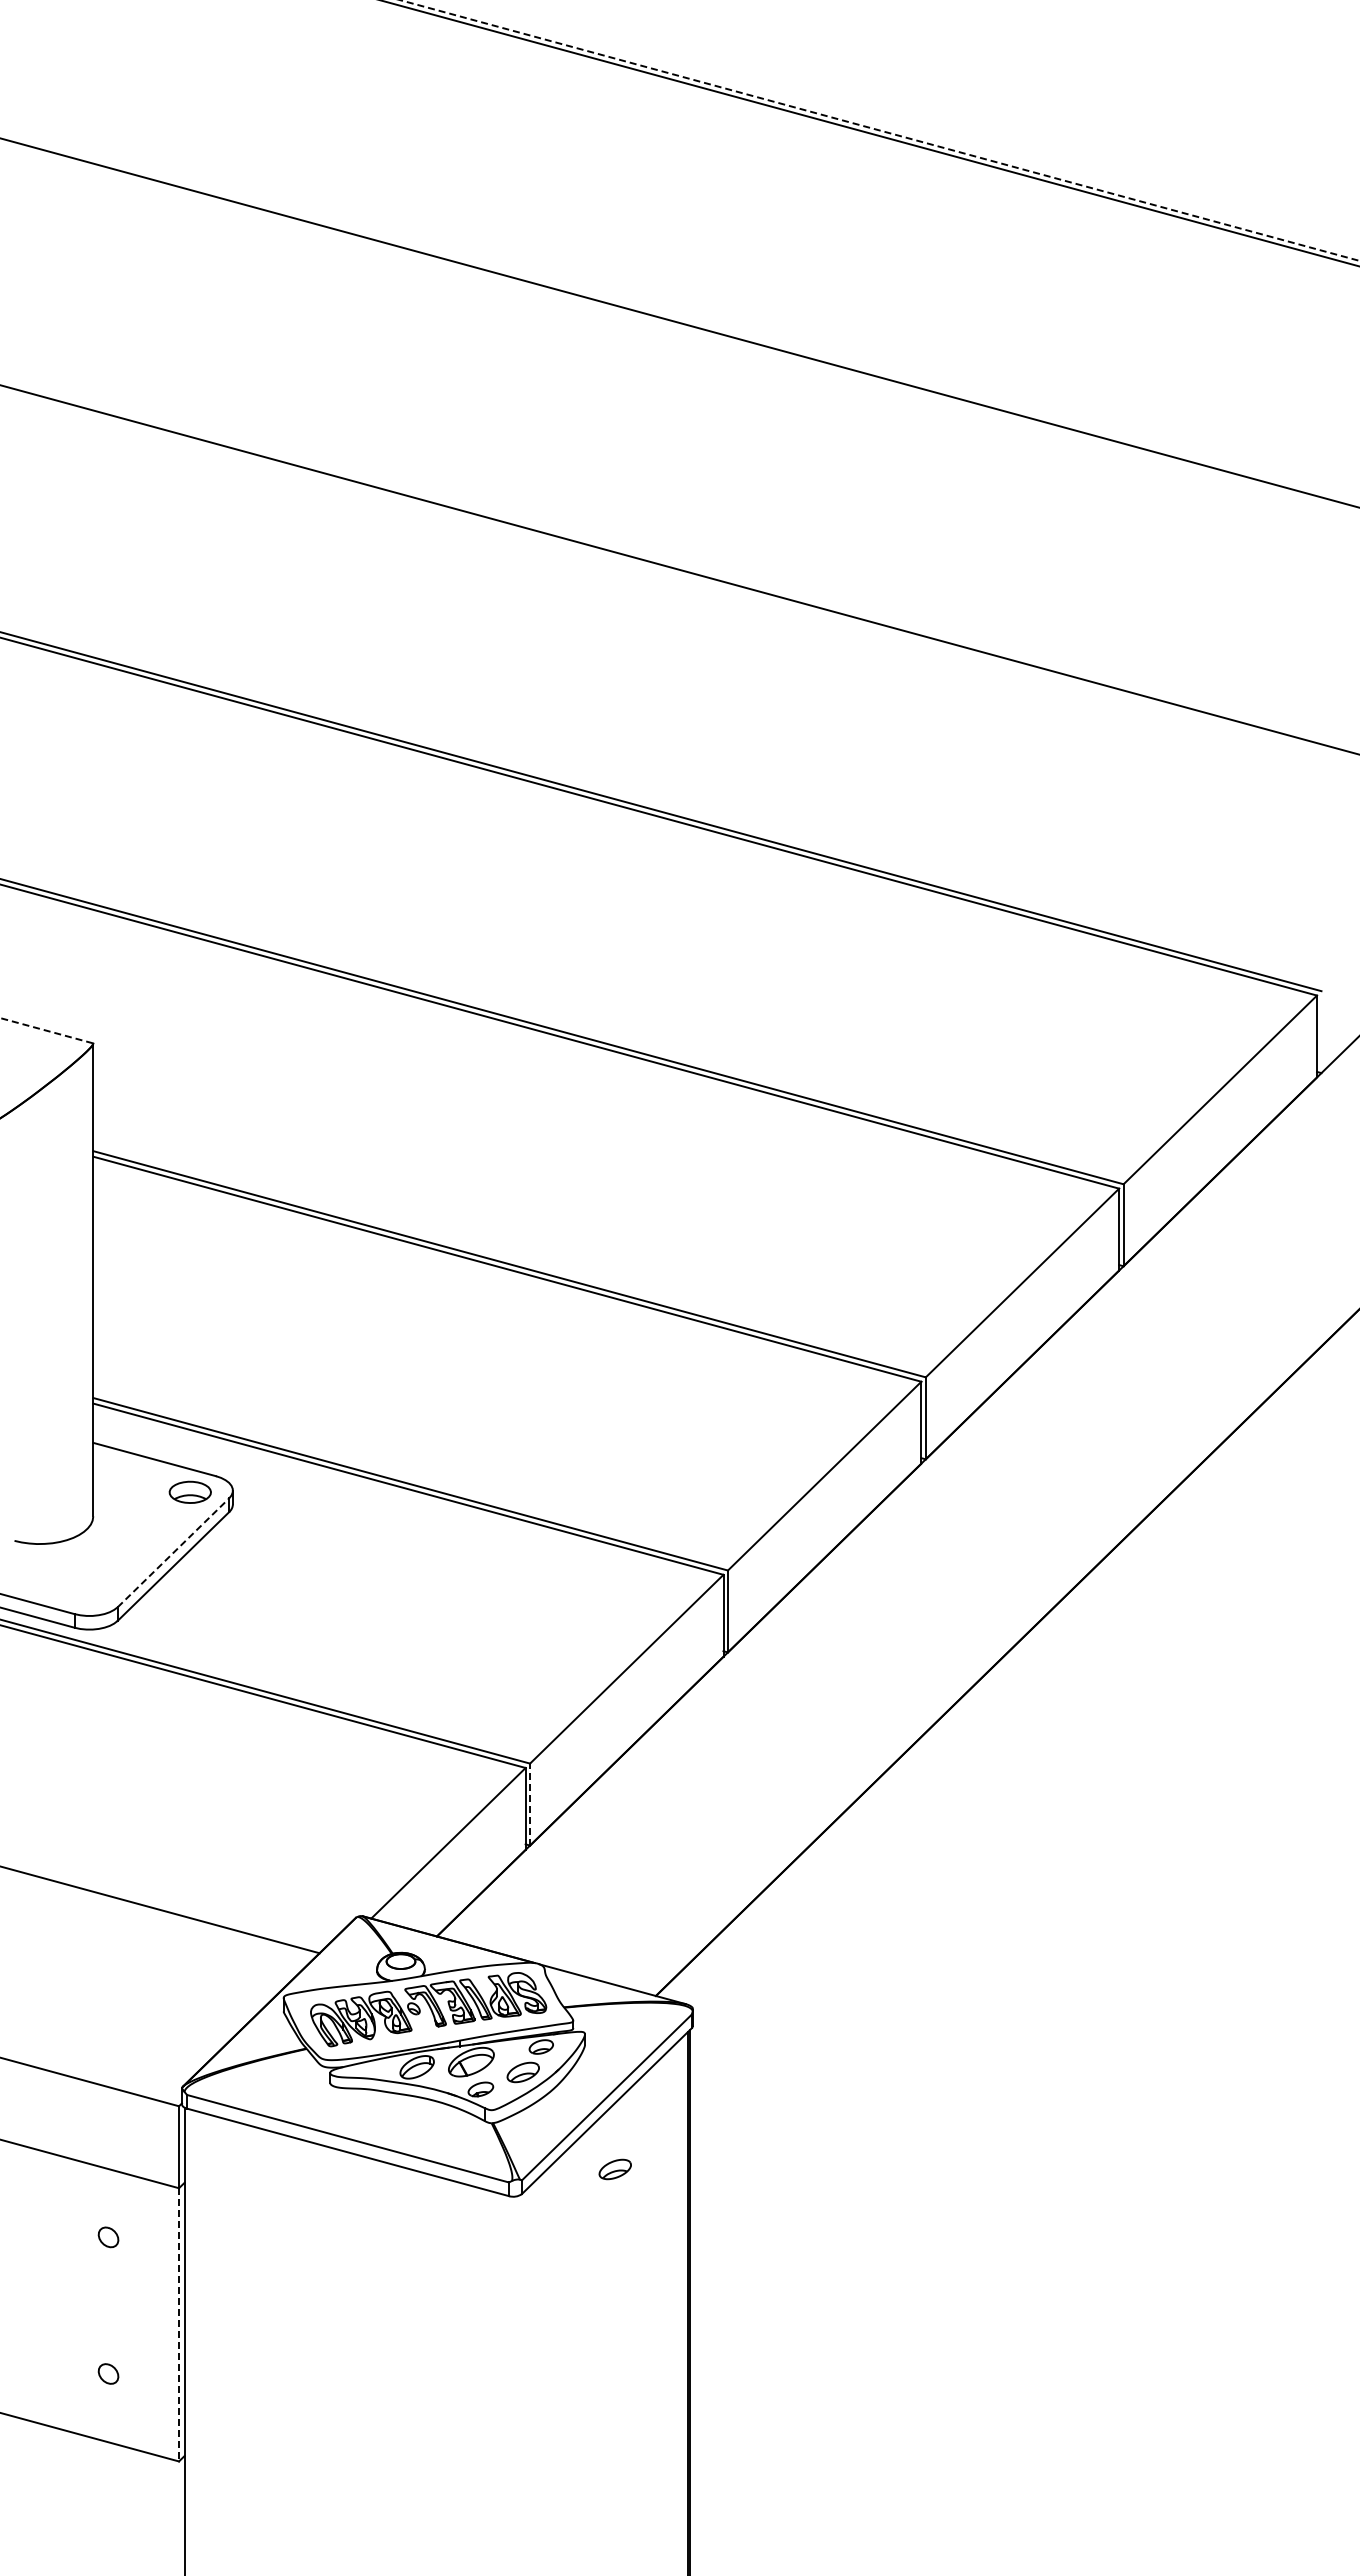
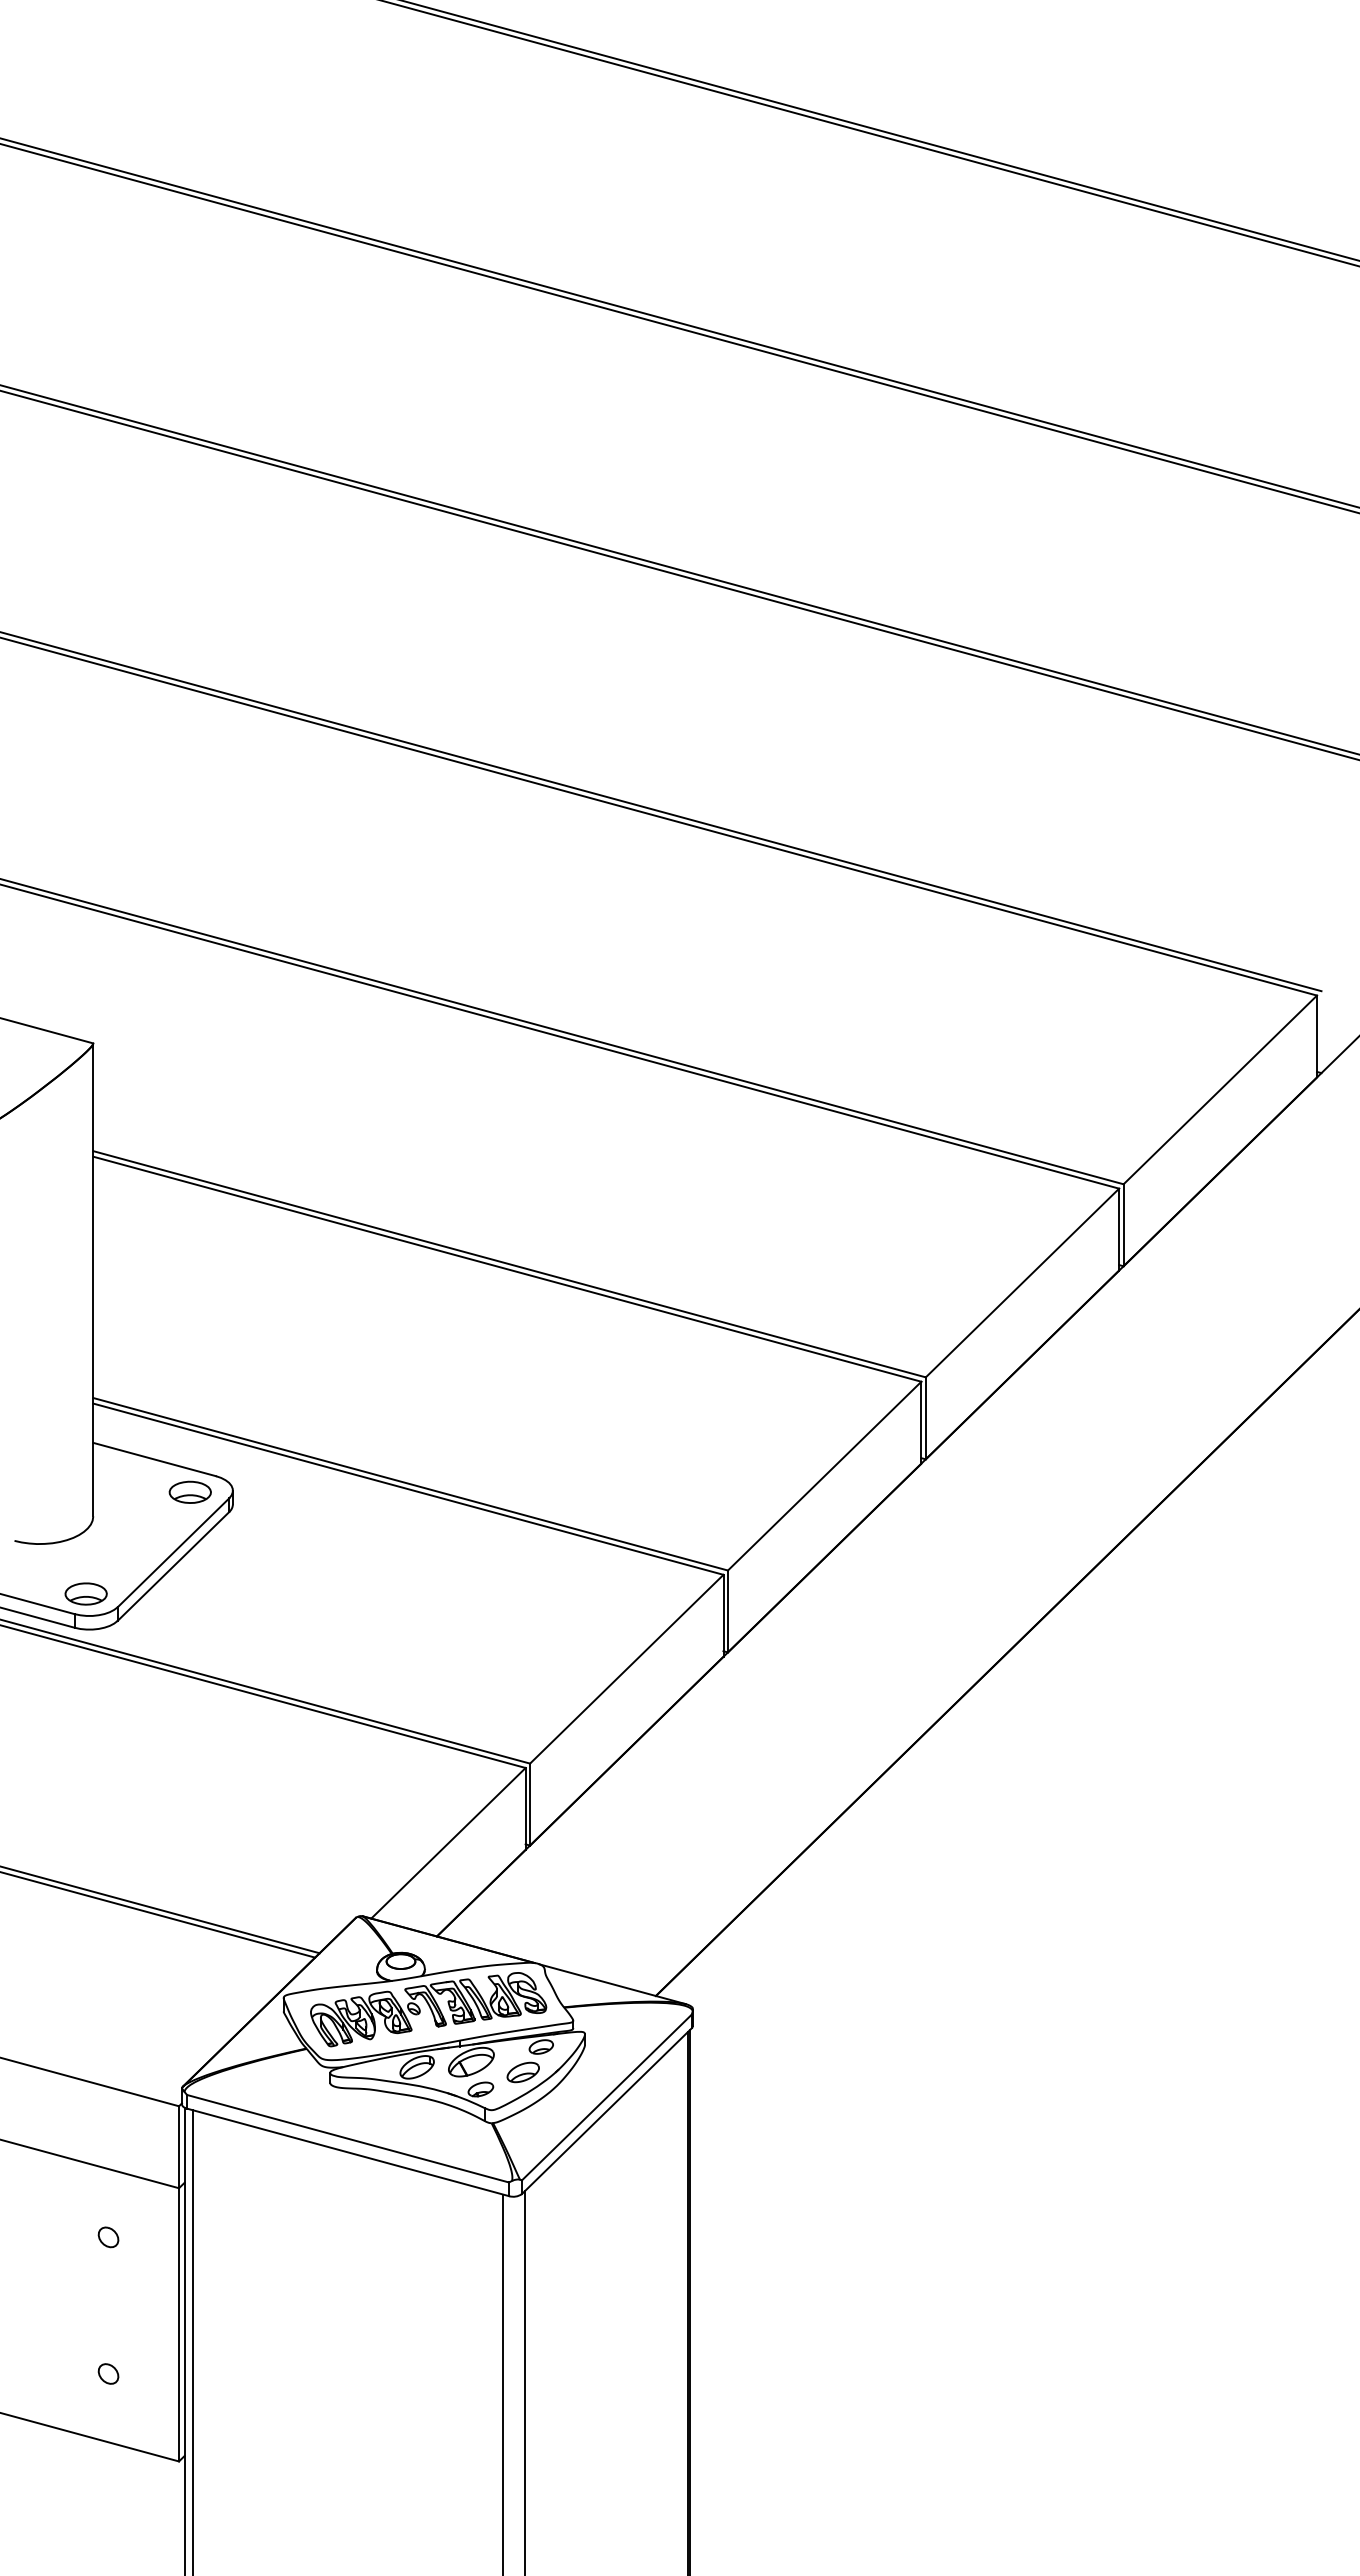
line at (879, 130): dashed -> solid
line at (679, 328): none -> present
line at (679, 575): none -> present
line at (46, 1030): dashed -> solid
line at (173, 1552): dashed -> solid
part at (85, 1593): none -> present
line at (530, 1804): dashed -> solid
line at (158, 1914): none -> present
part at (614, 2169): present -> none
line at (179, 2324): dashed -> solid
line at (193, 2341): none -> present
line at (524, 2381): none -> present
line at (503, 2383): none -> present
